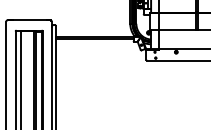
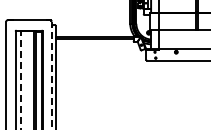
line at (51, 75): solid -> dashed
line at (20, 80): solid -> dashed
